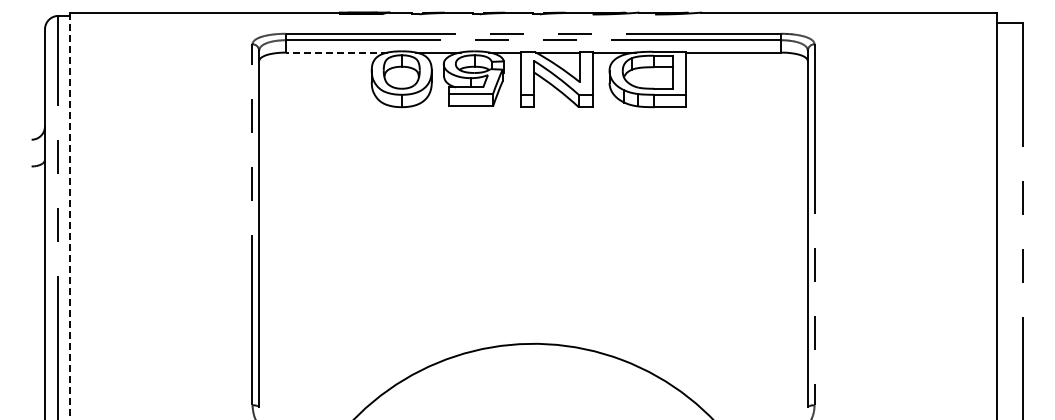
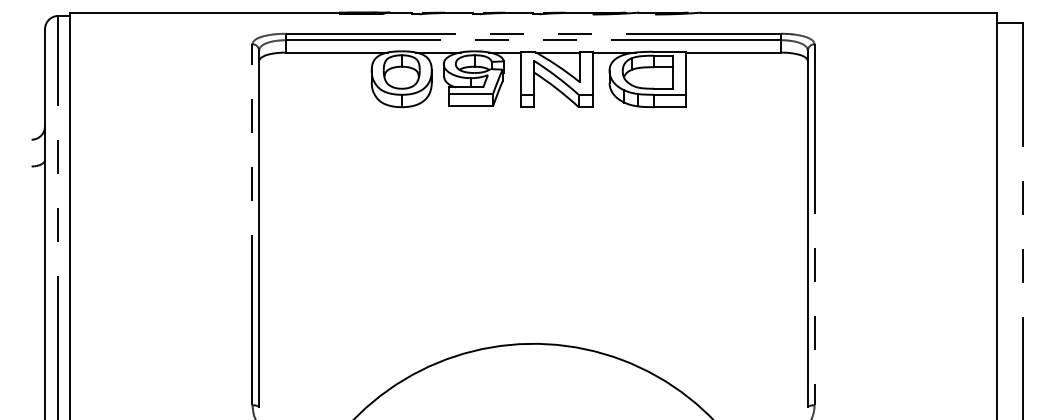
line at (336, 52): dashed -> solid
line at (70, 216): dashed -> solid
